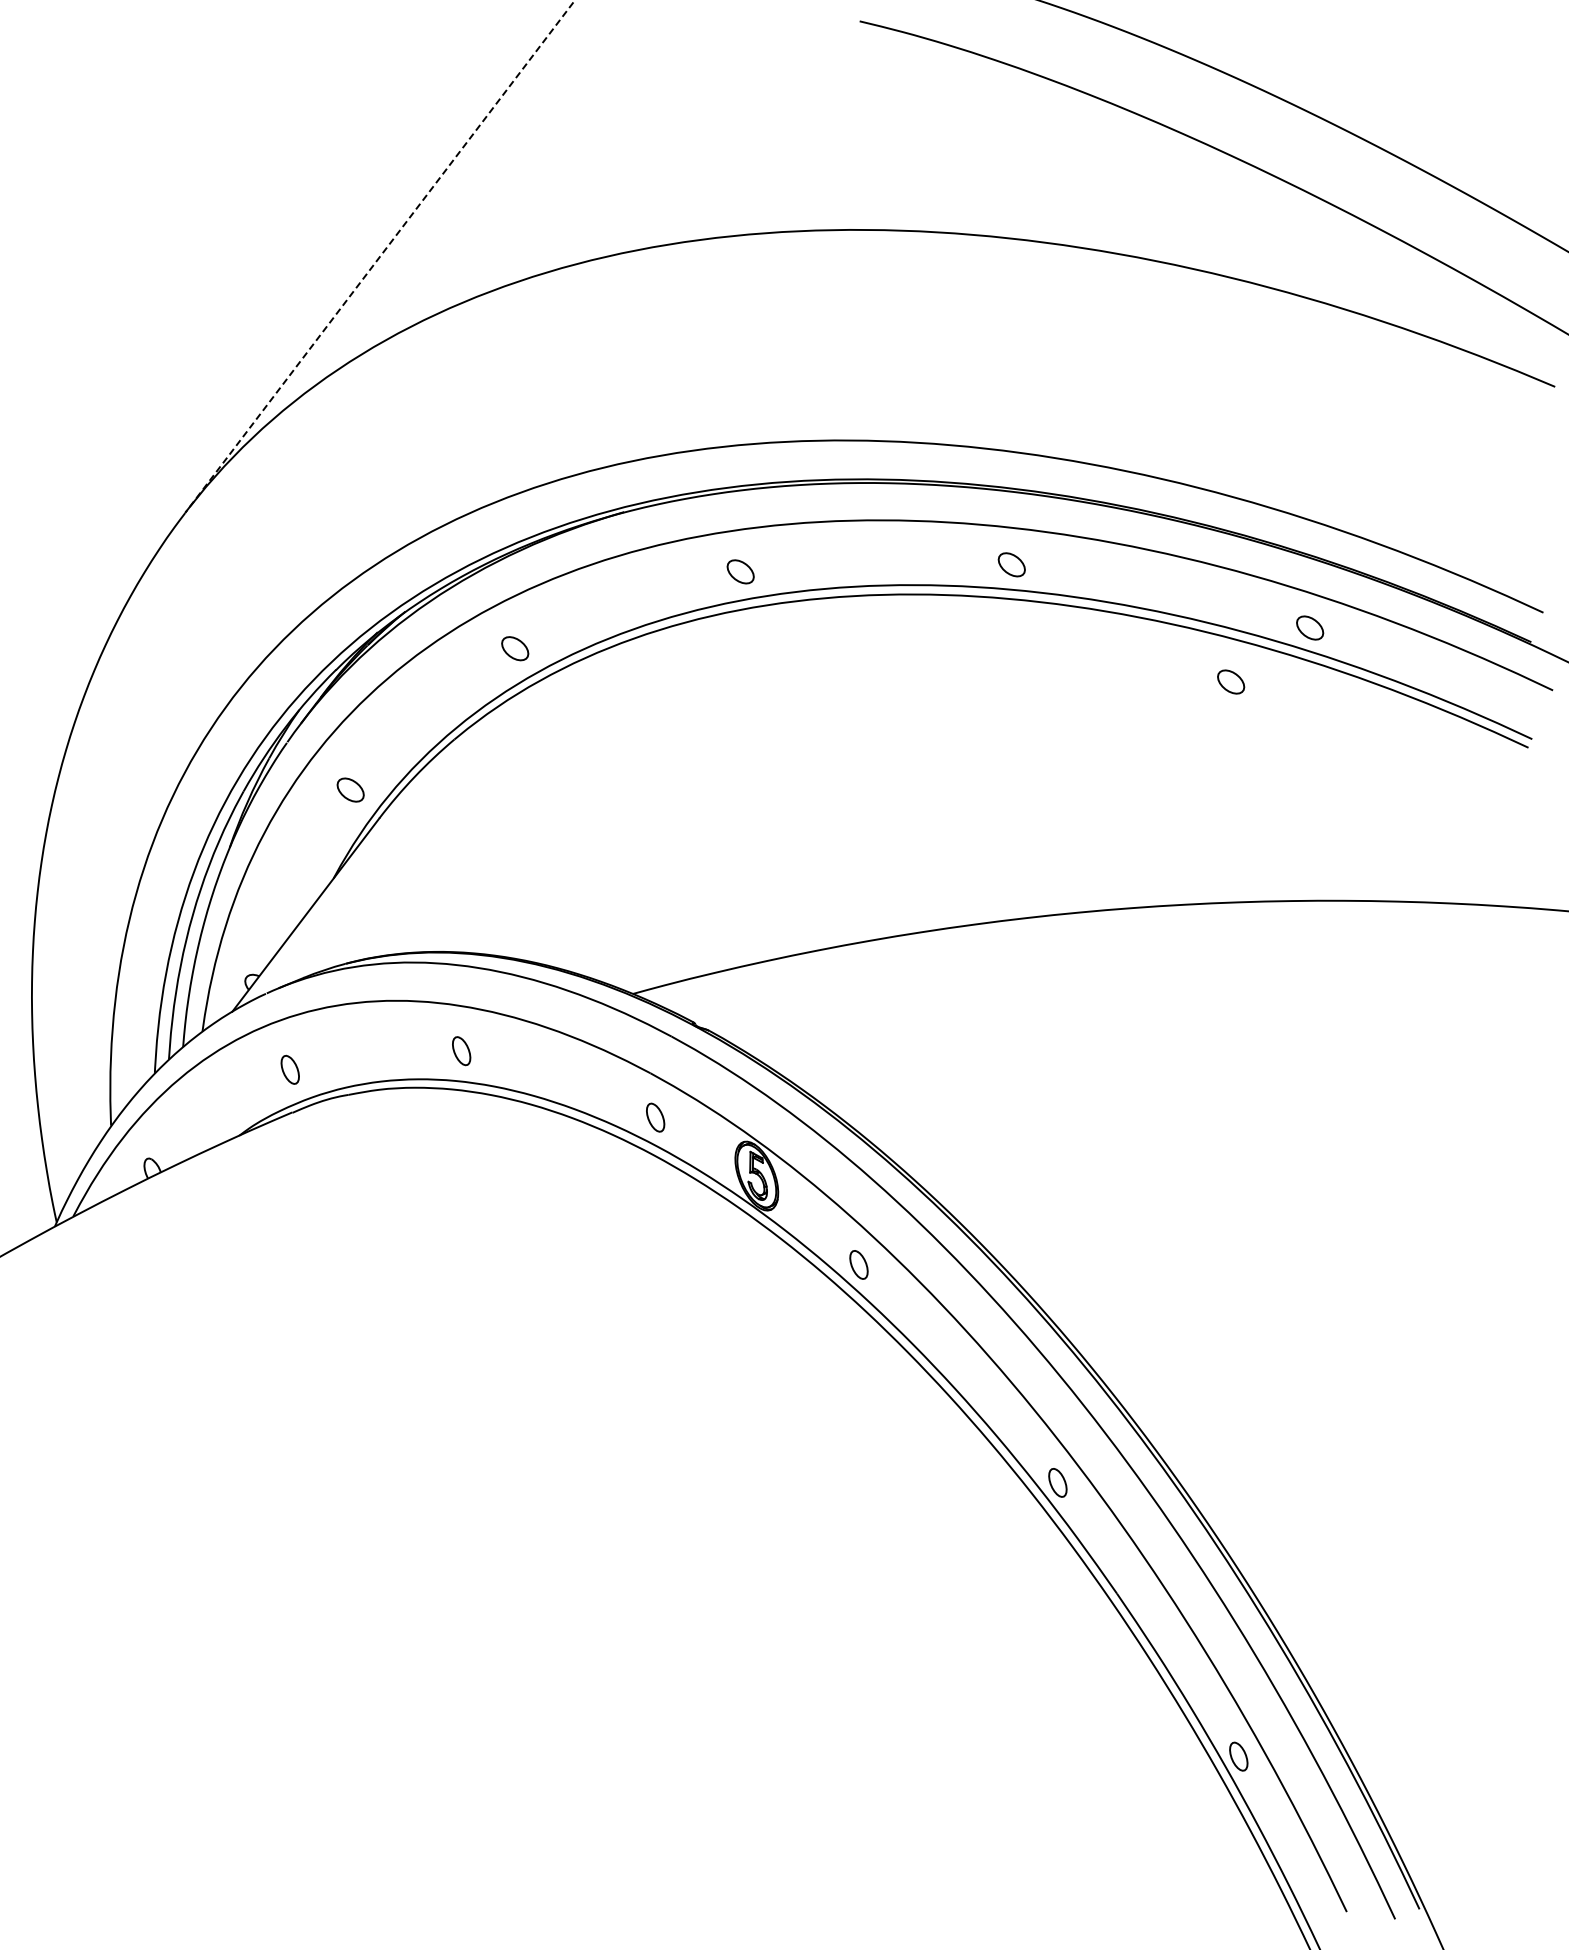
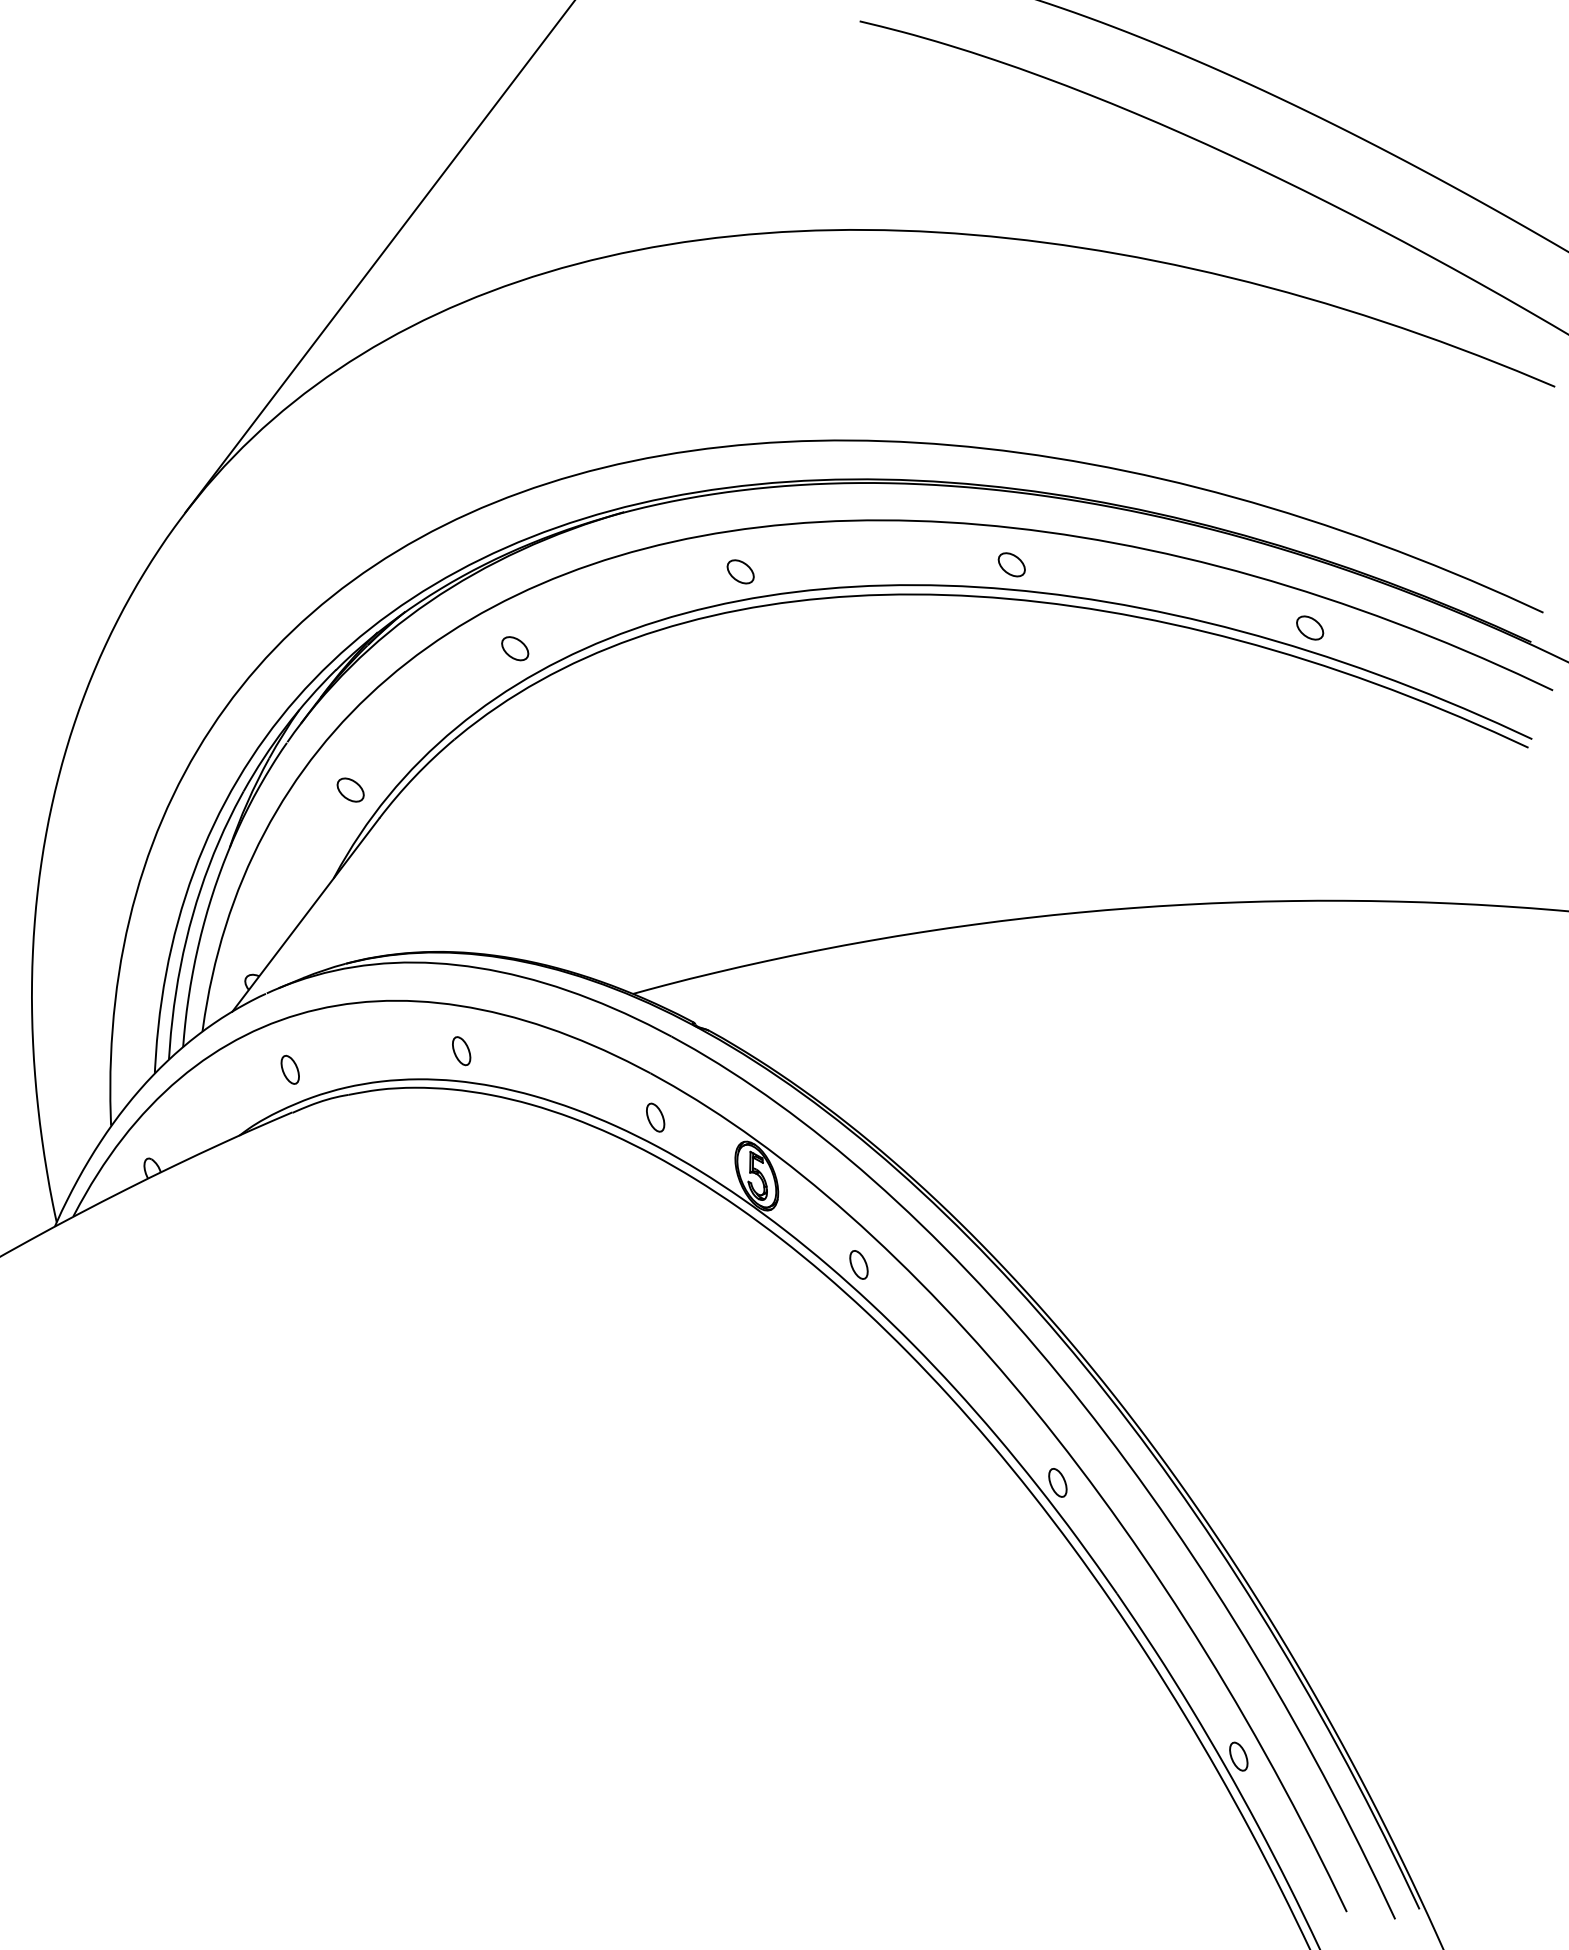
line at (380, 256): dashed -> solid
part at (1231, 681): present -> none
